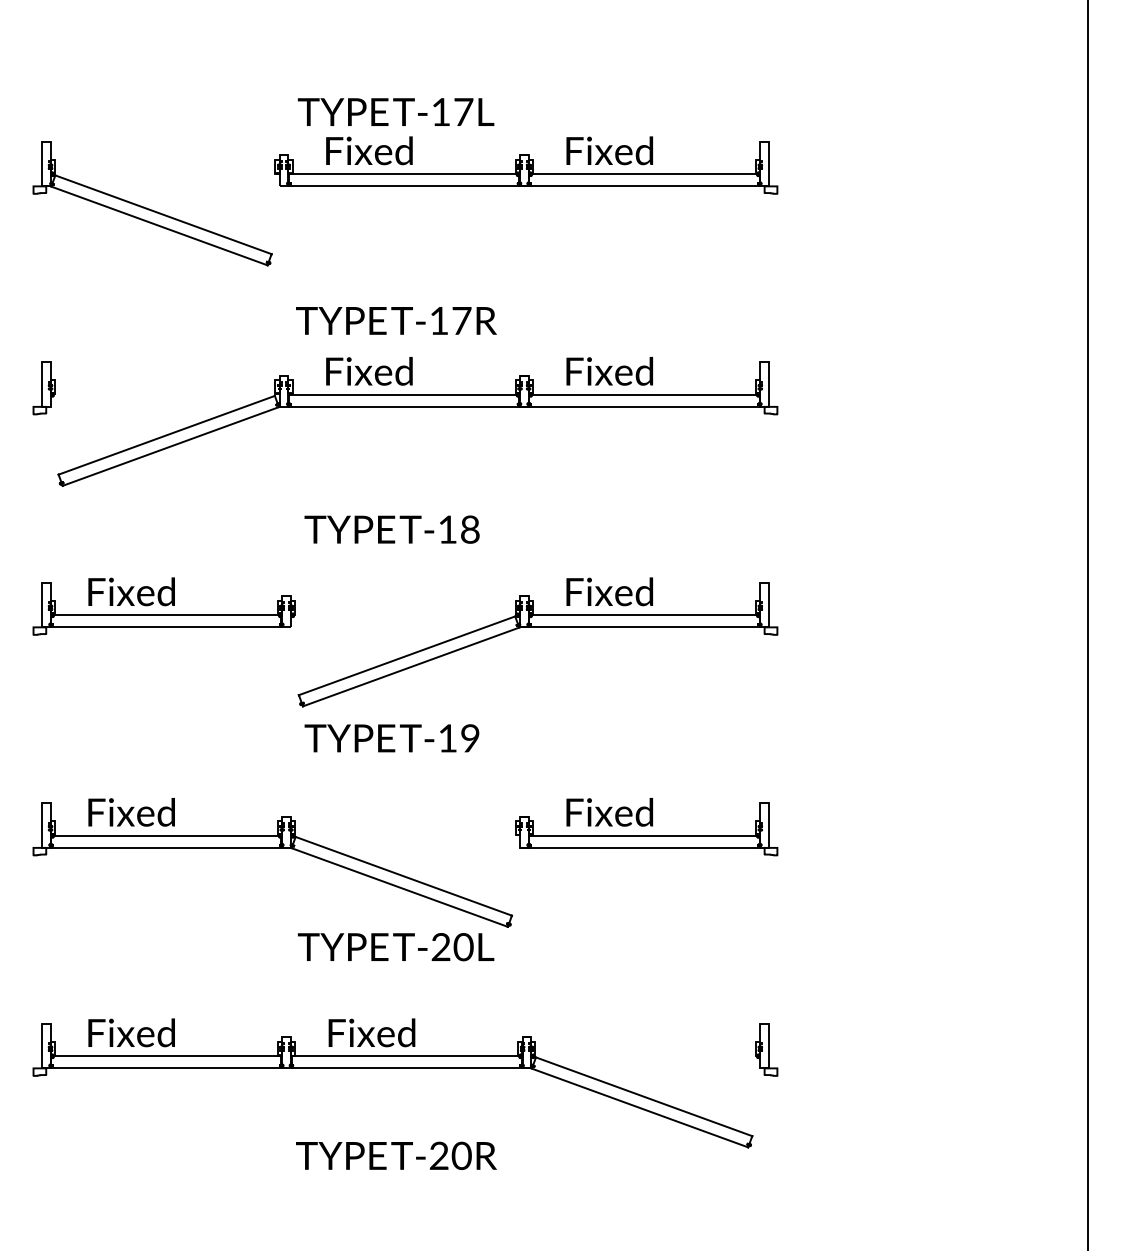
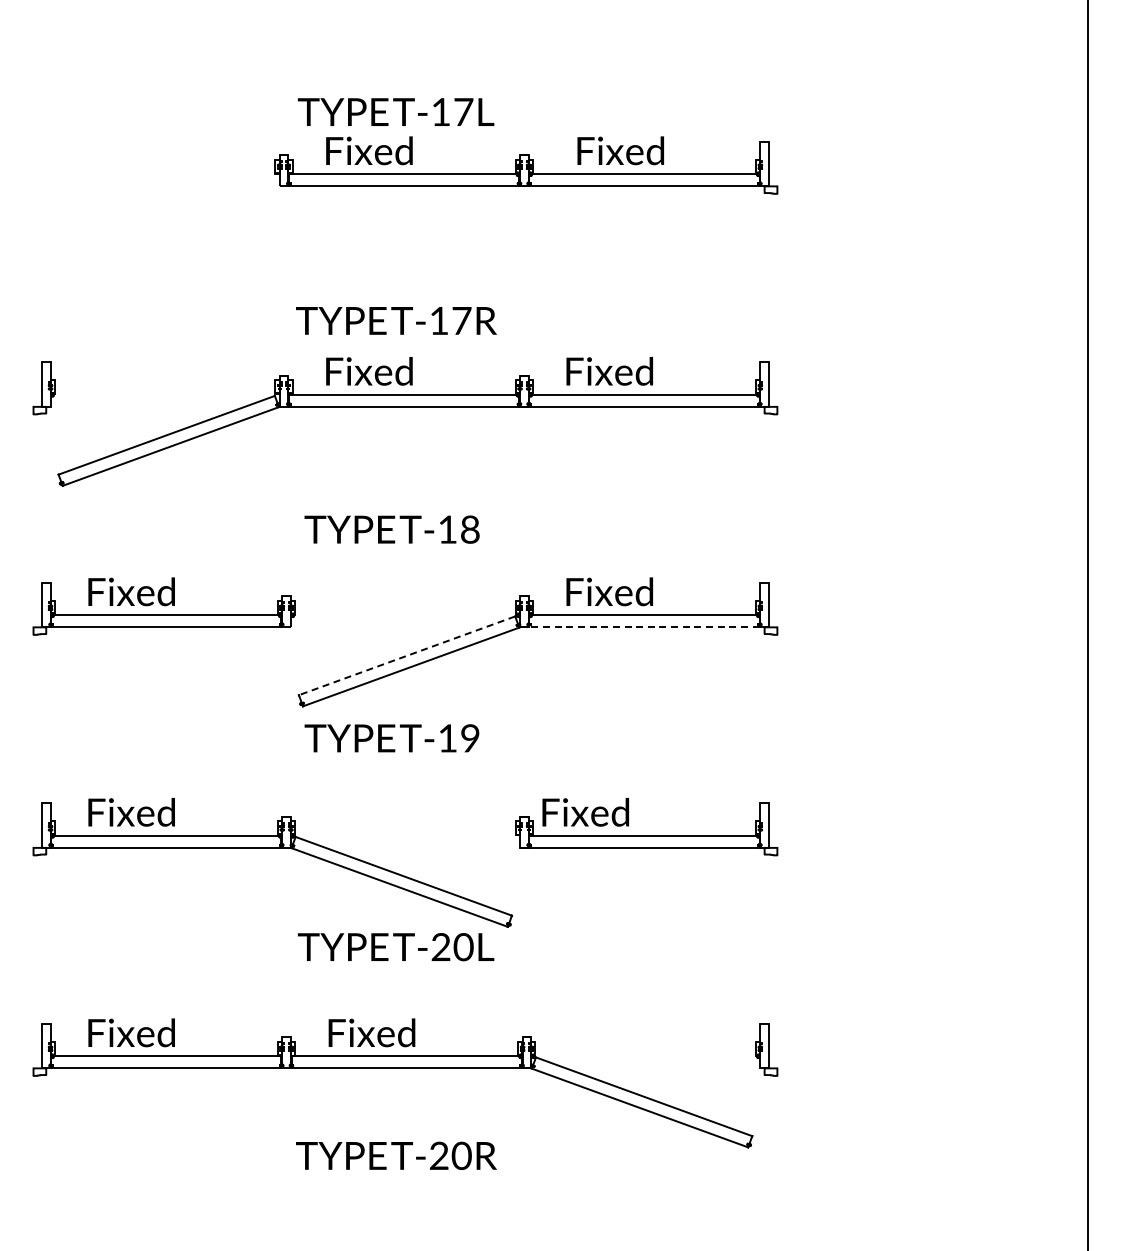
text at (609, 150) position: (609, 150) -> (620, 150)
part at (152, 203): present -> none
line at (644, 627): solid -> dashed
line at (406, 655): solid -> dashed
text at (609, 812) position: (609, 812) -> (585, 812)
